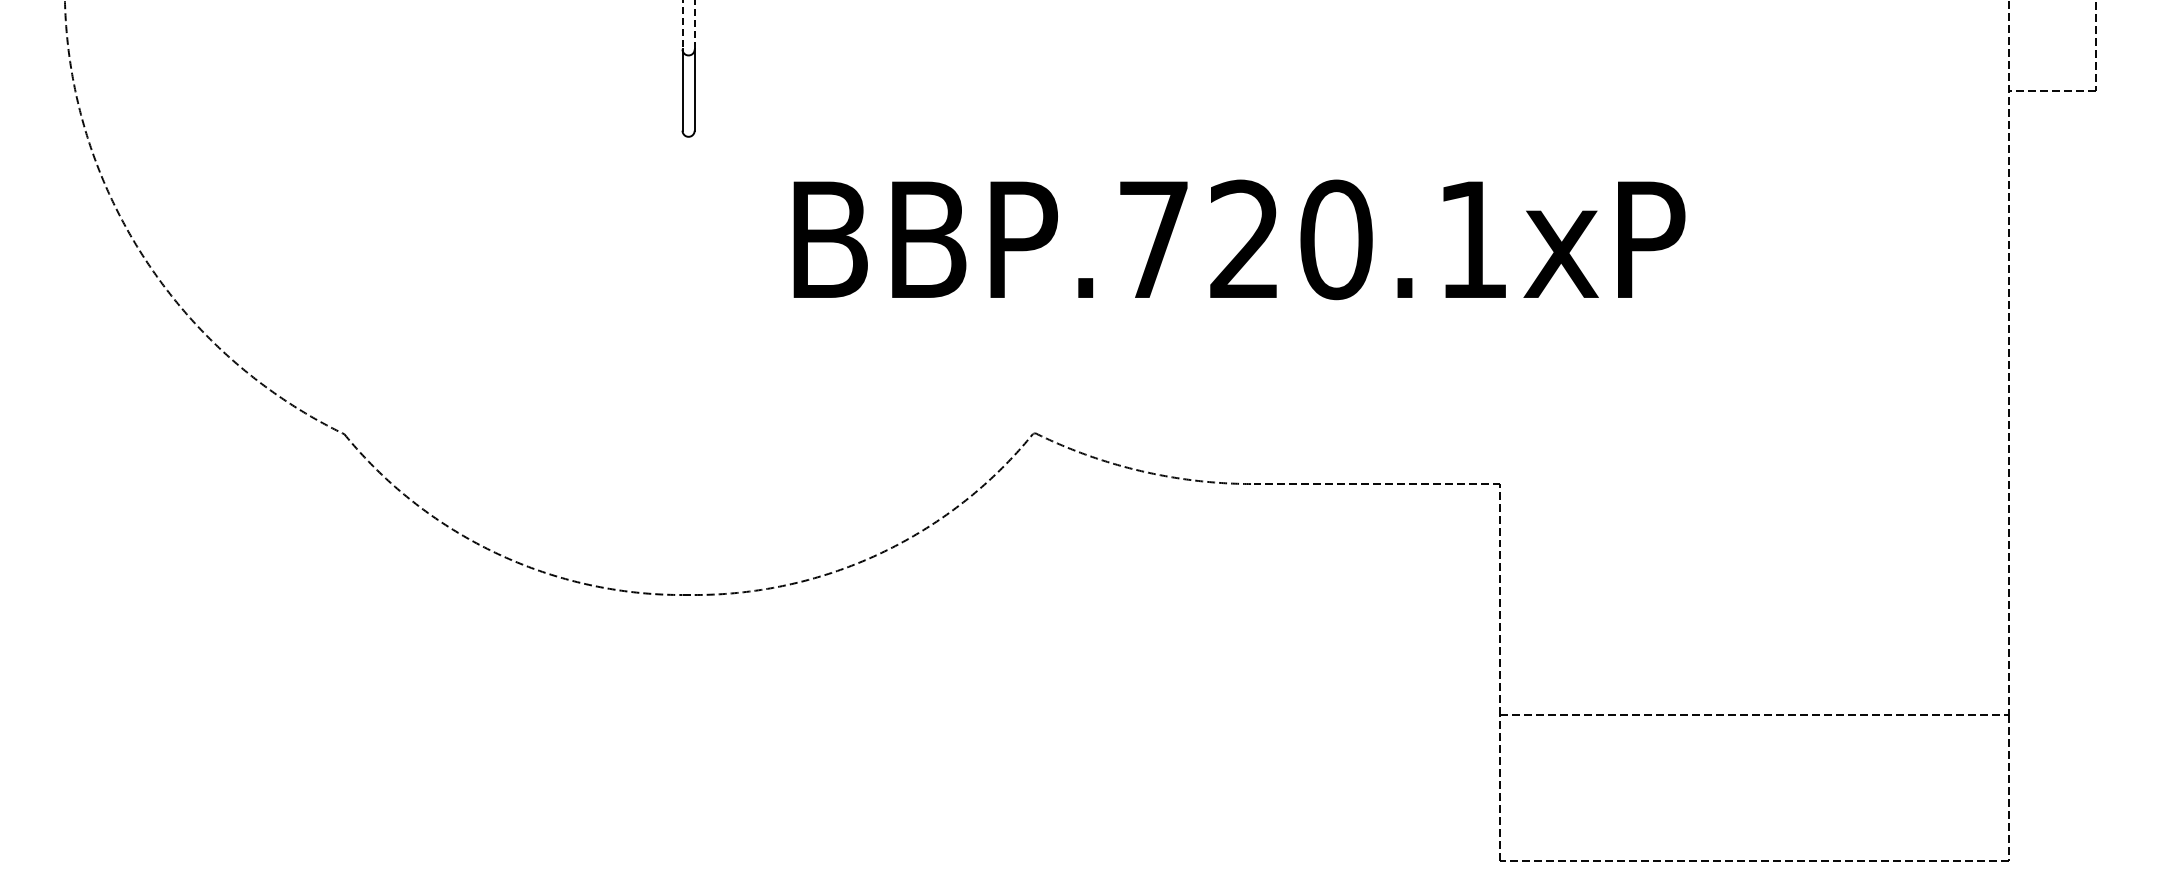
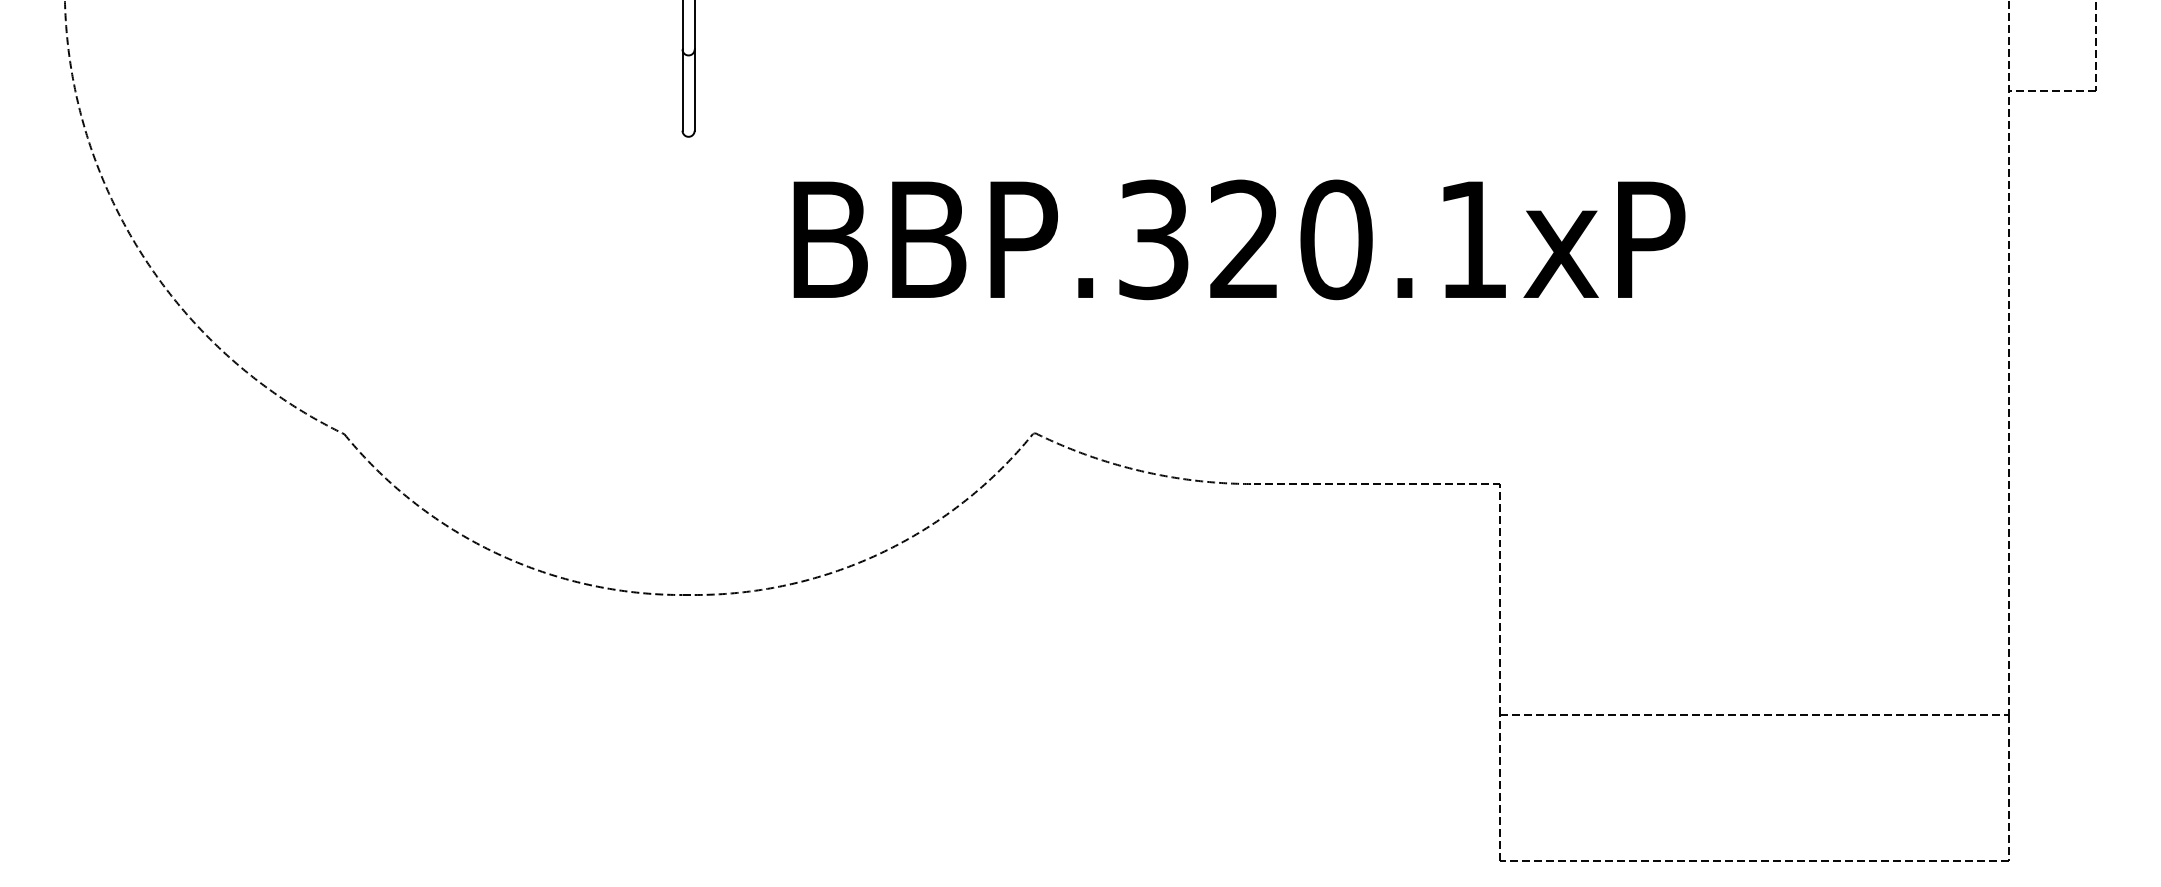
line at (682, 24): dashed -> solid
line at (694, 24): dashed -> solid
text at (1153, 239): BBP.720.1xP -> BBP.320.1xP
